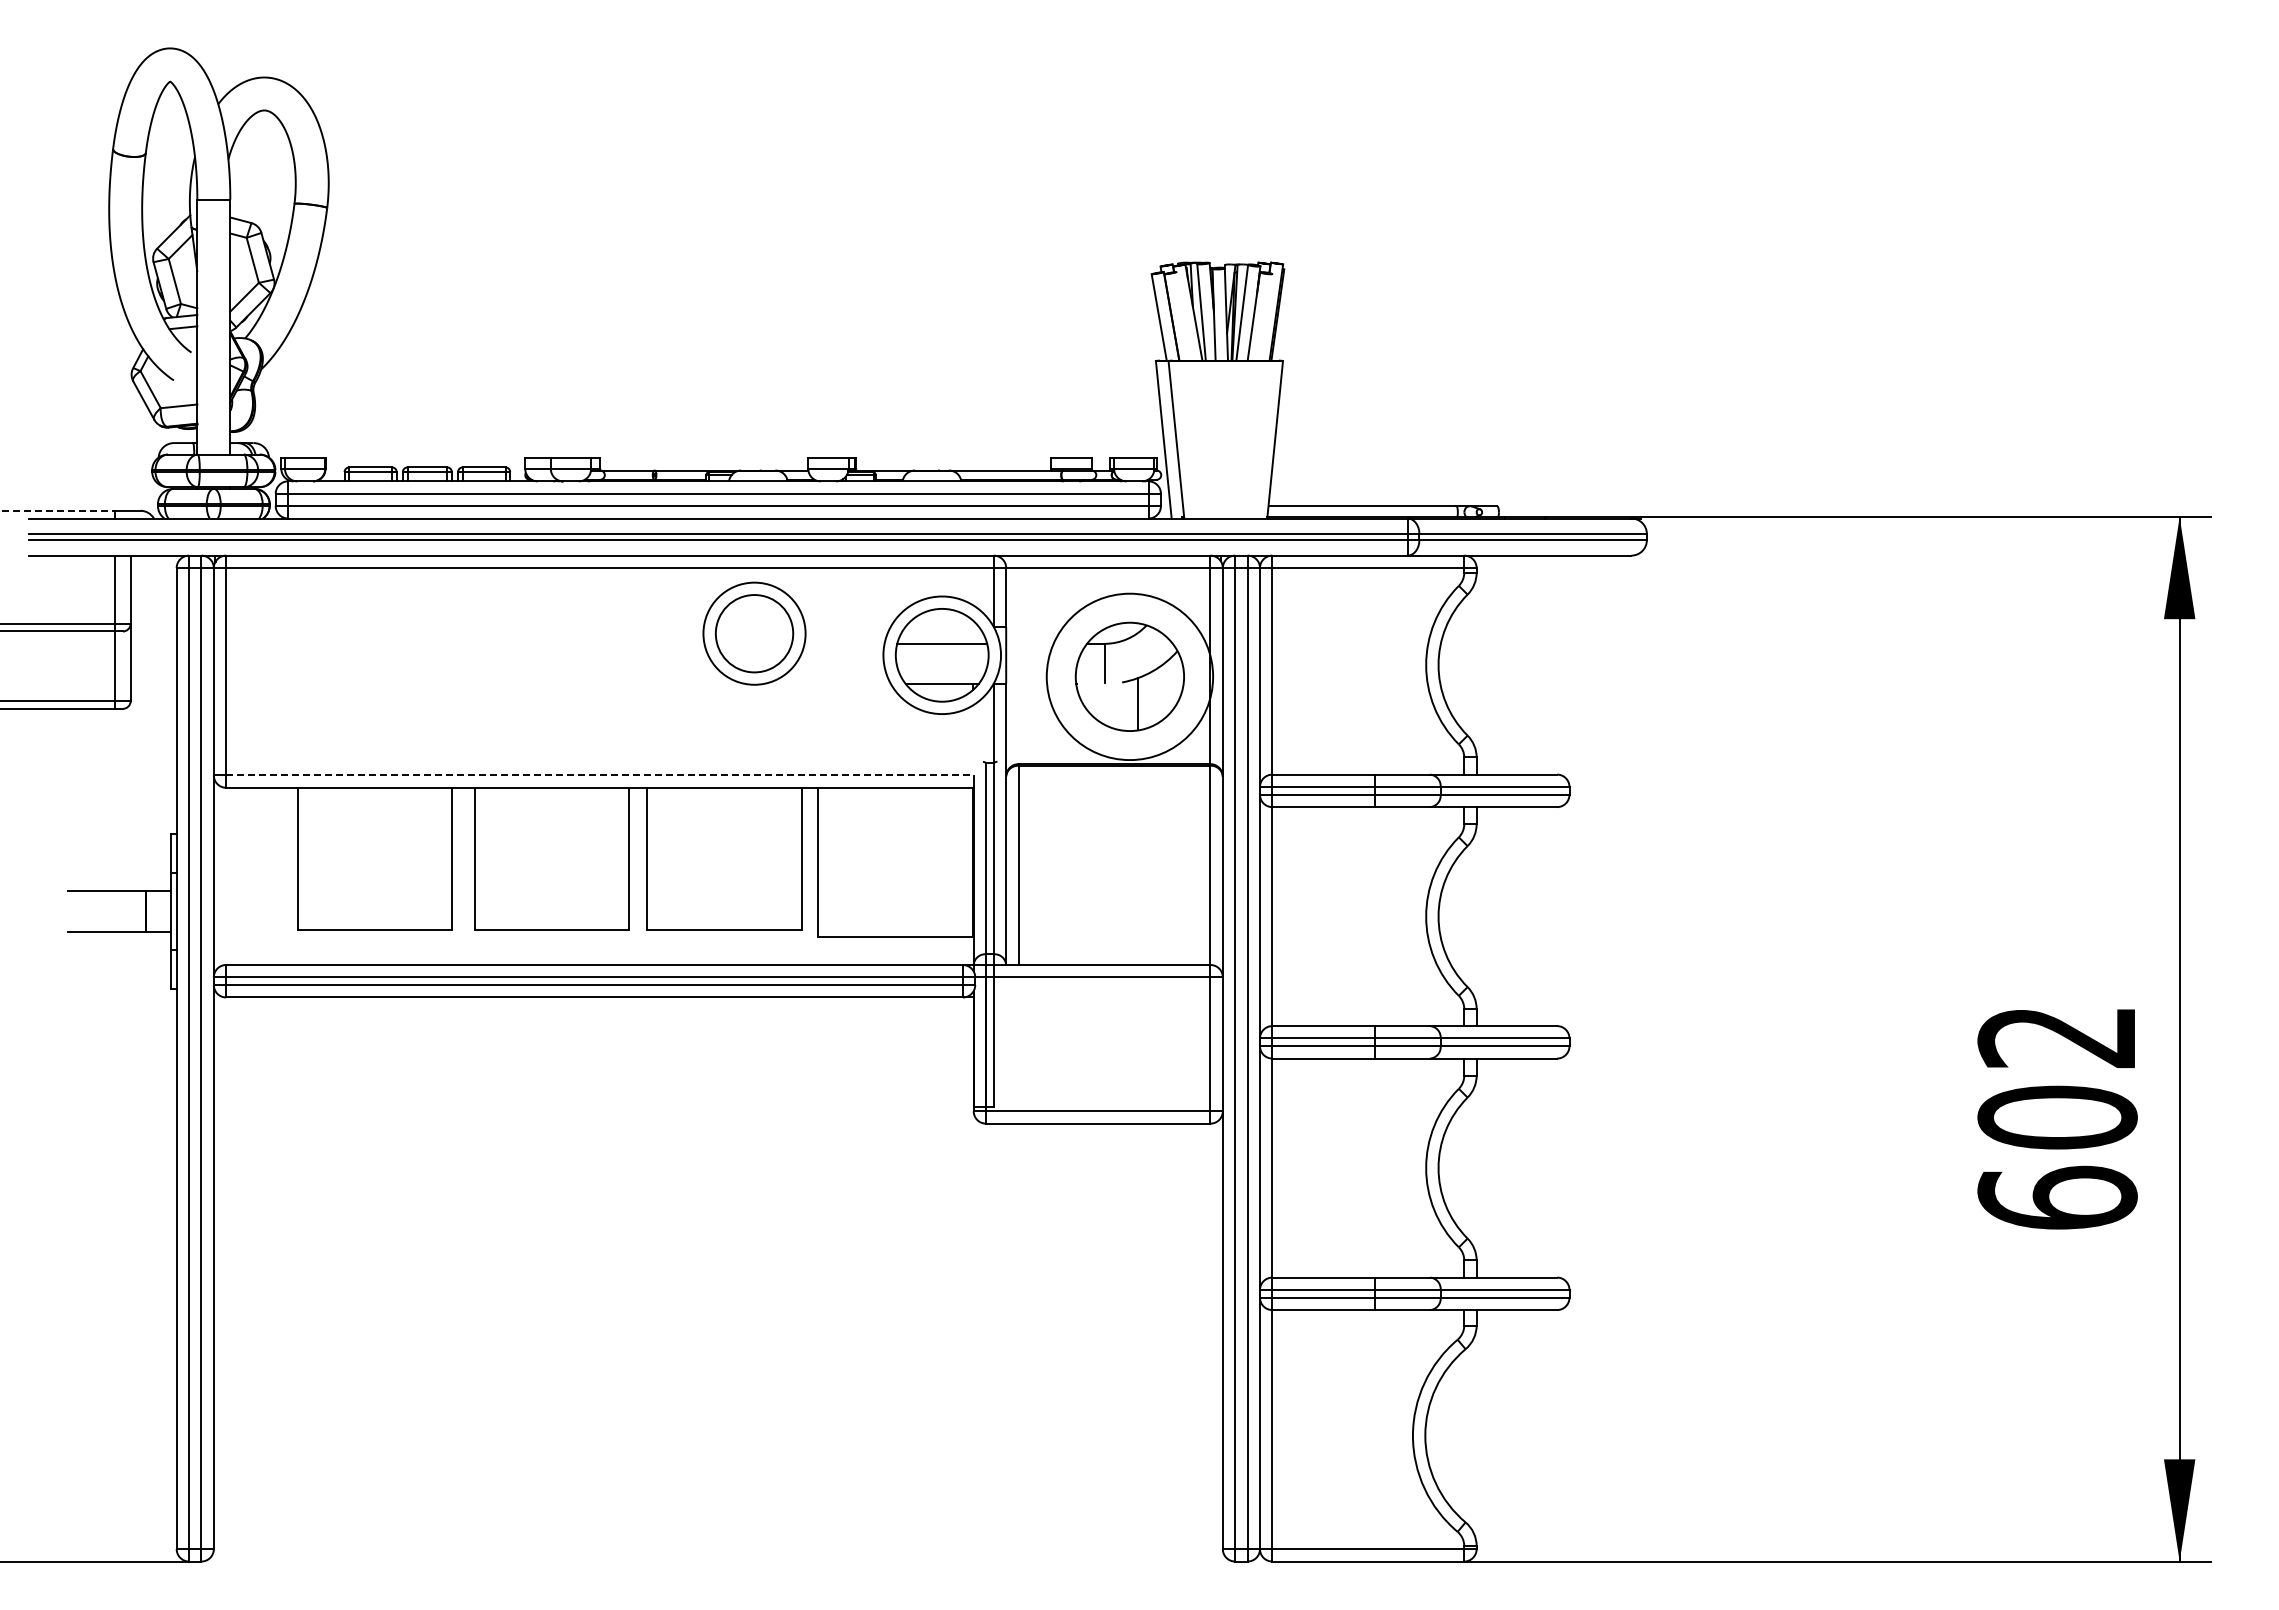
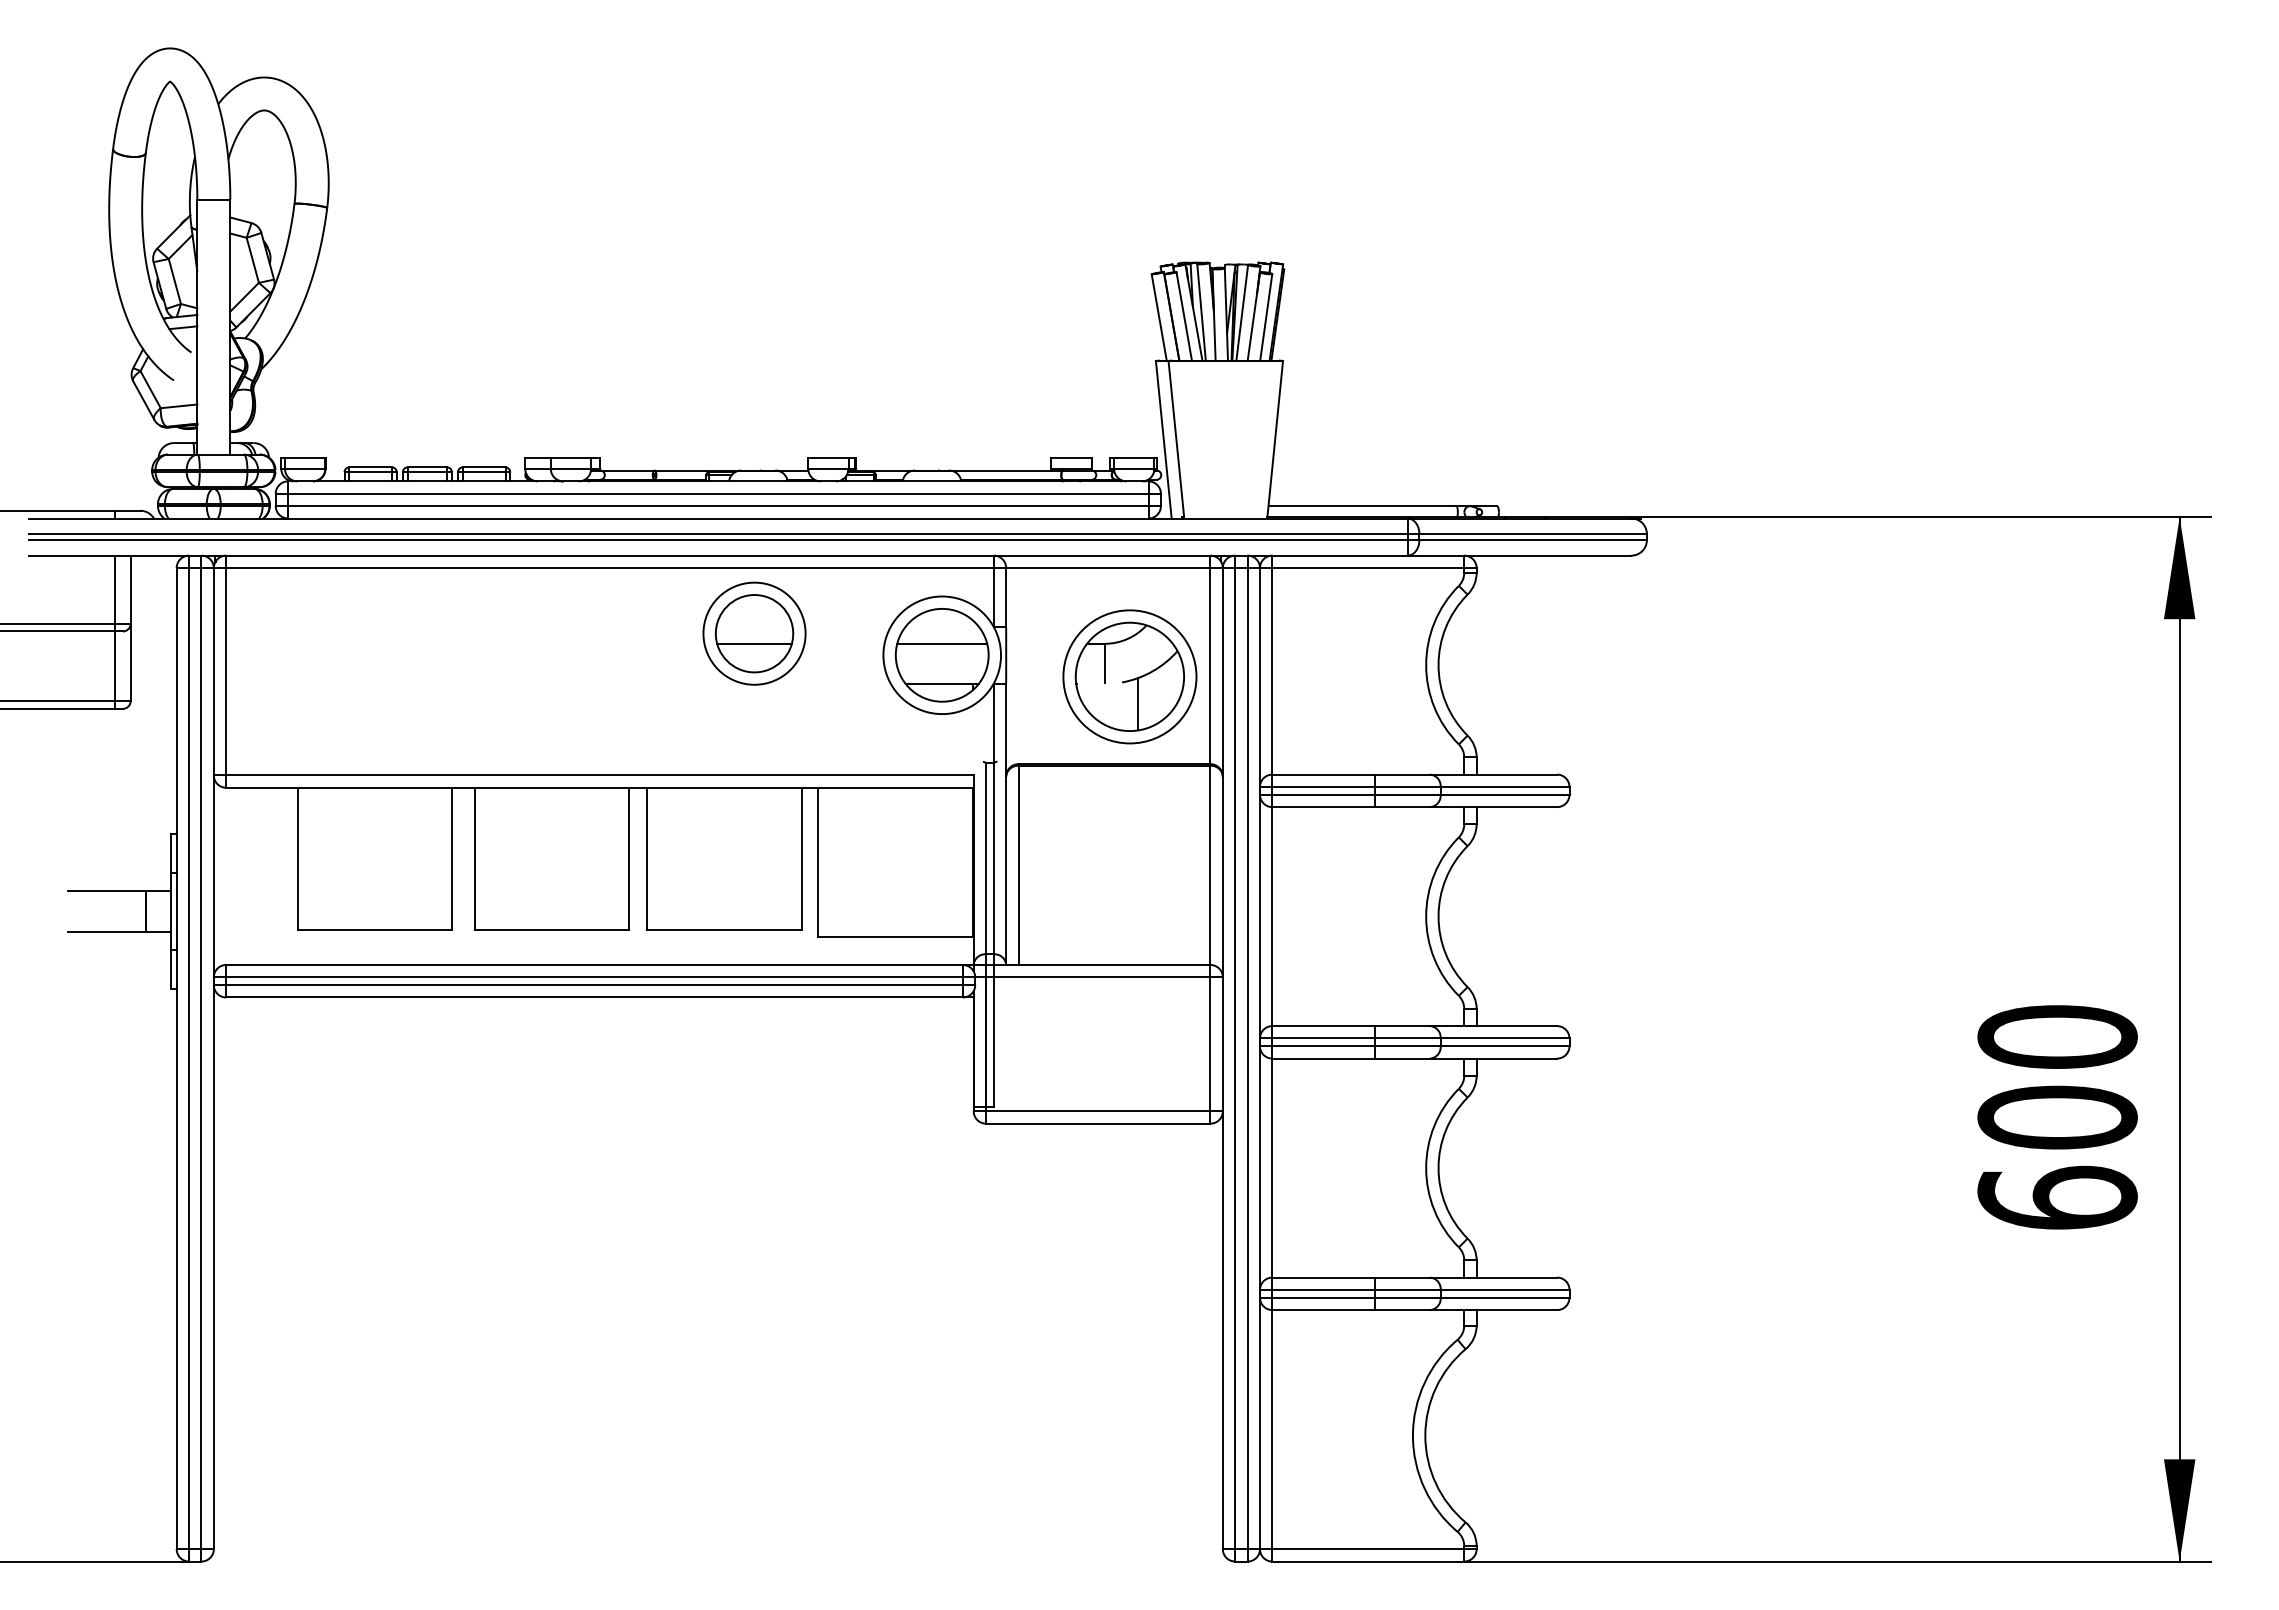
line at (1183, 316): none -> present
line at (1266, 317): none -> present
line at (58, 510): dashed -> solid
line at (754, 643): none -> present
circle at (1129, 676) diameter: 166 px -> 133 px
line at (599, 775): dashed -> solid
text at (2057, 1036): 602 -> 600
